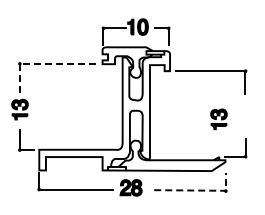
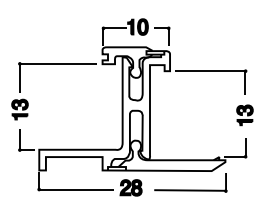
line at (43, 63): dashed -> solid
part at (218, 119) position: (218, 119) -> (244, 115)
line at (200, 190): dashed -> solid
